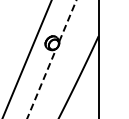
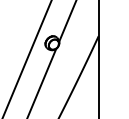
line at (68, 20): dashed -> solid
line at (41, 83): dashed -> solid
